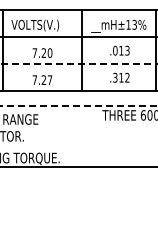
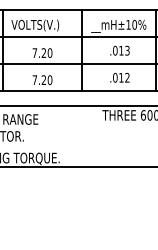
text at (134, 24): __mH±13% -> __mH±10%
line at (78, 64): dashed -> solid
text at (115, 77): .312 -> .012
text at (49, 79): 7.27 -> 7.20
line at (78, 106): dashed -> solid
